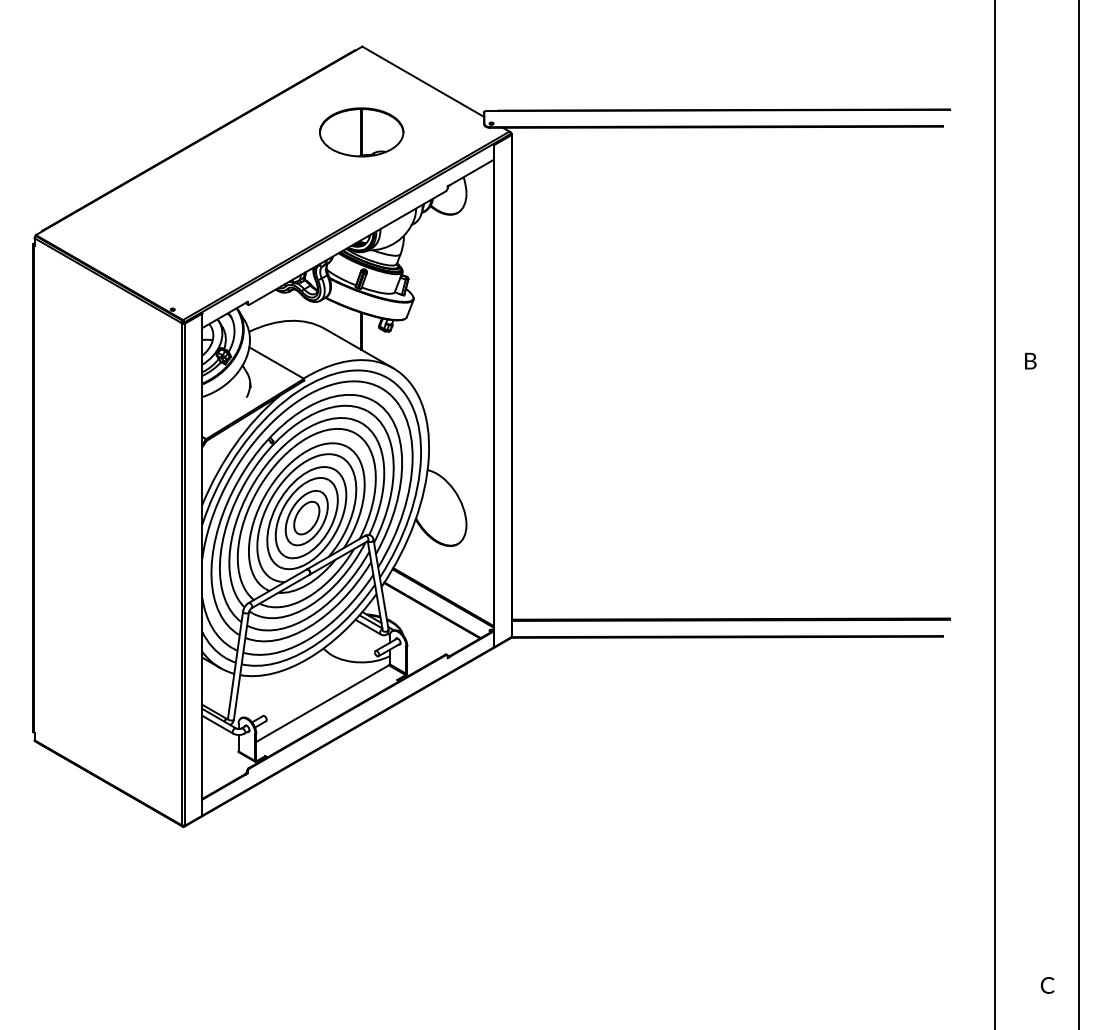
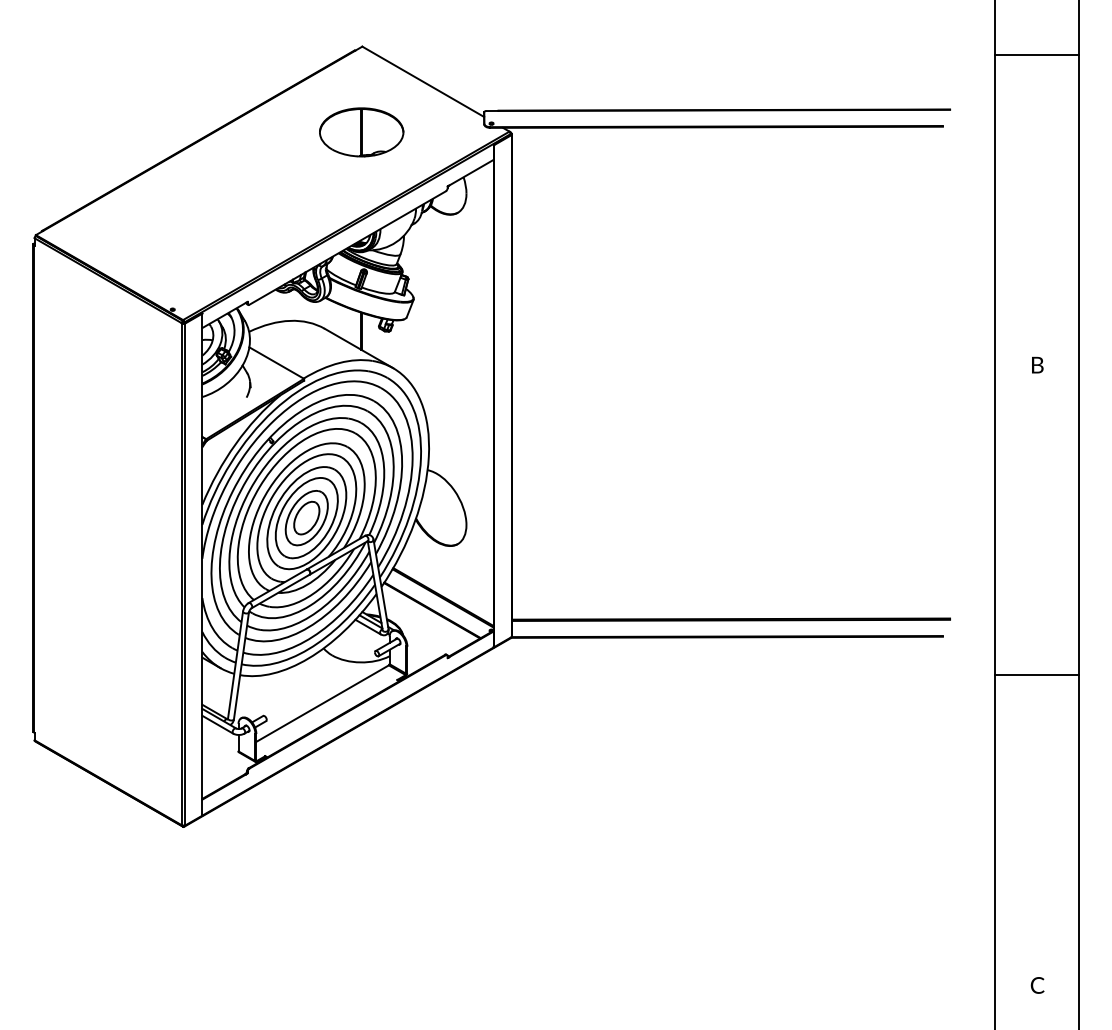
line at (1036, 55): none -> present
text at (1030, 360) position: (1030, 360) -> (1037, 364)
line at (1036, 675): none -> present
text at (1047, 985) position: (1047, 985) -> (1037, 985)
